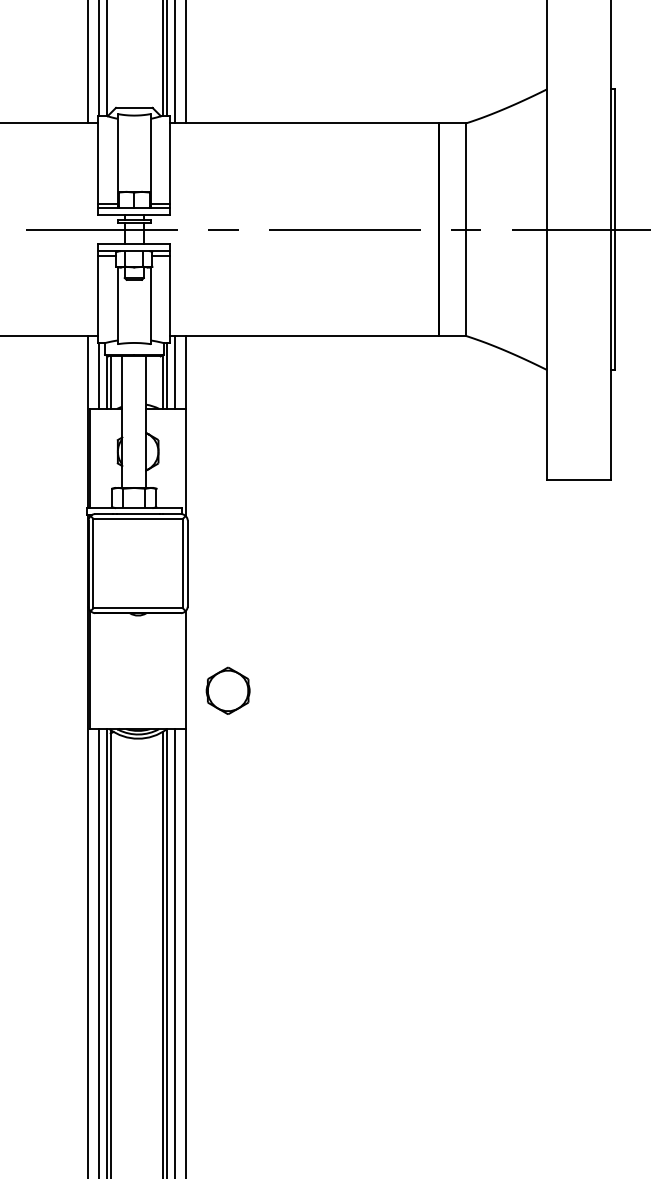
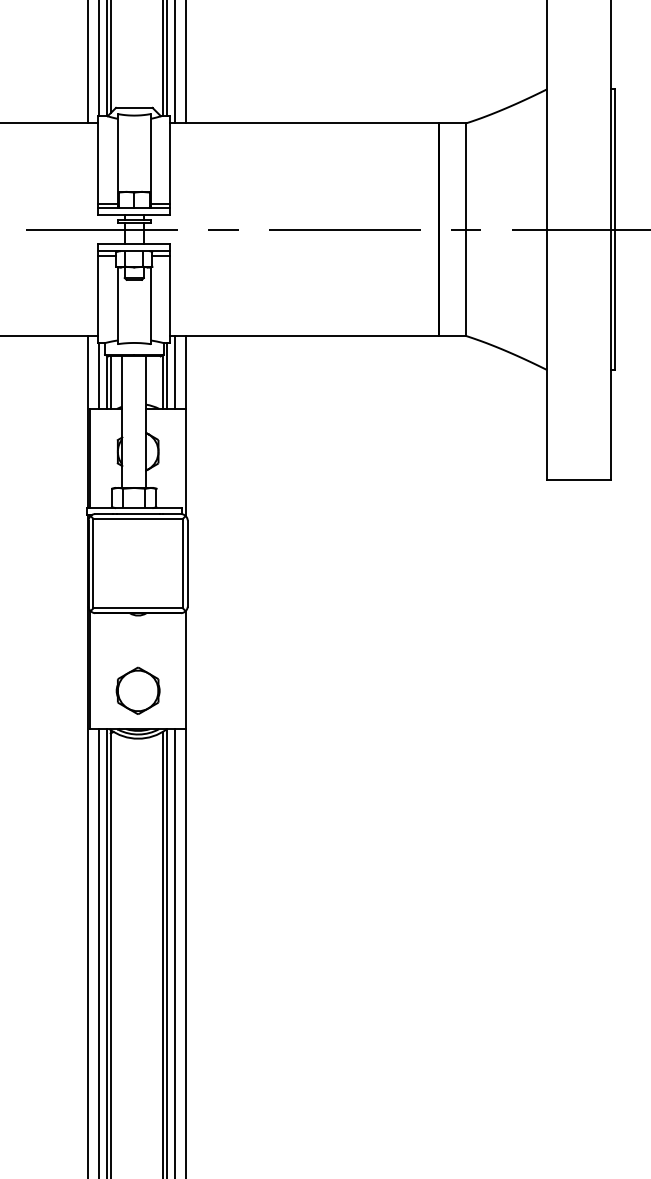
line at (110, 57): none -> present
part at (227, 690) position: (227, 690) -> (137, 690)
